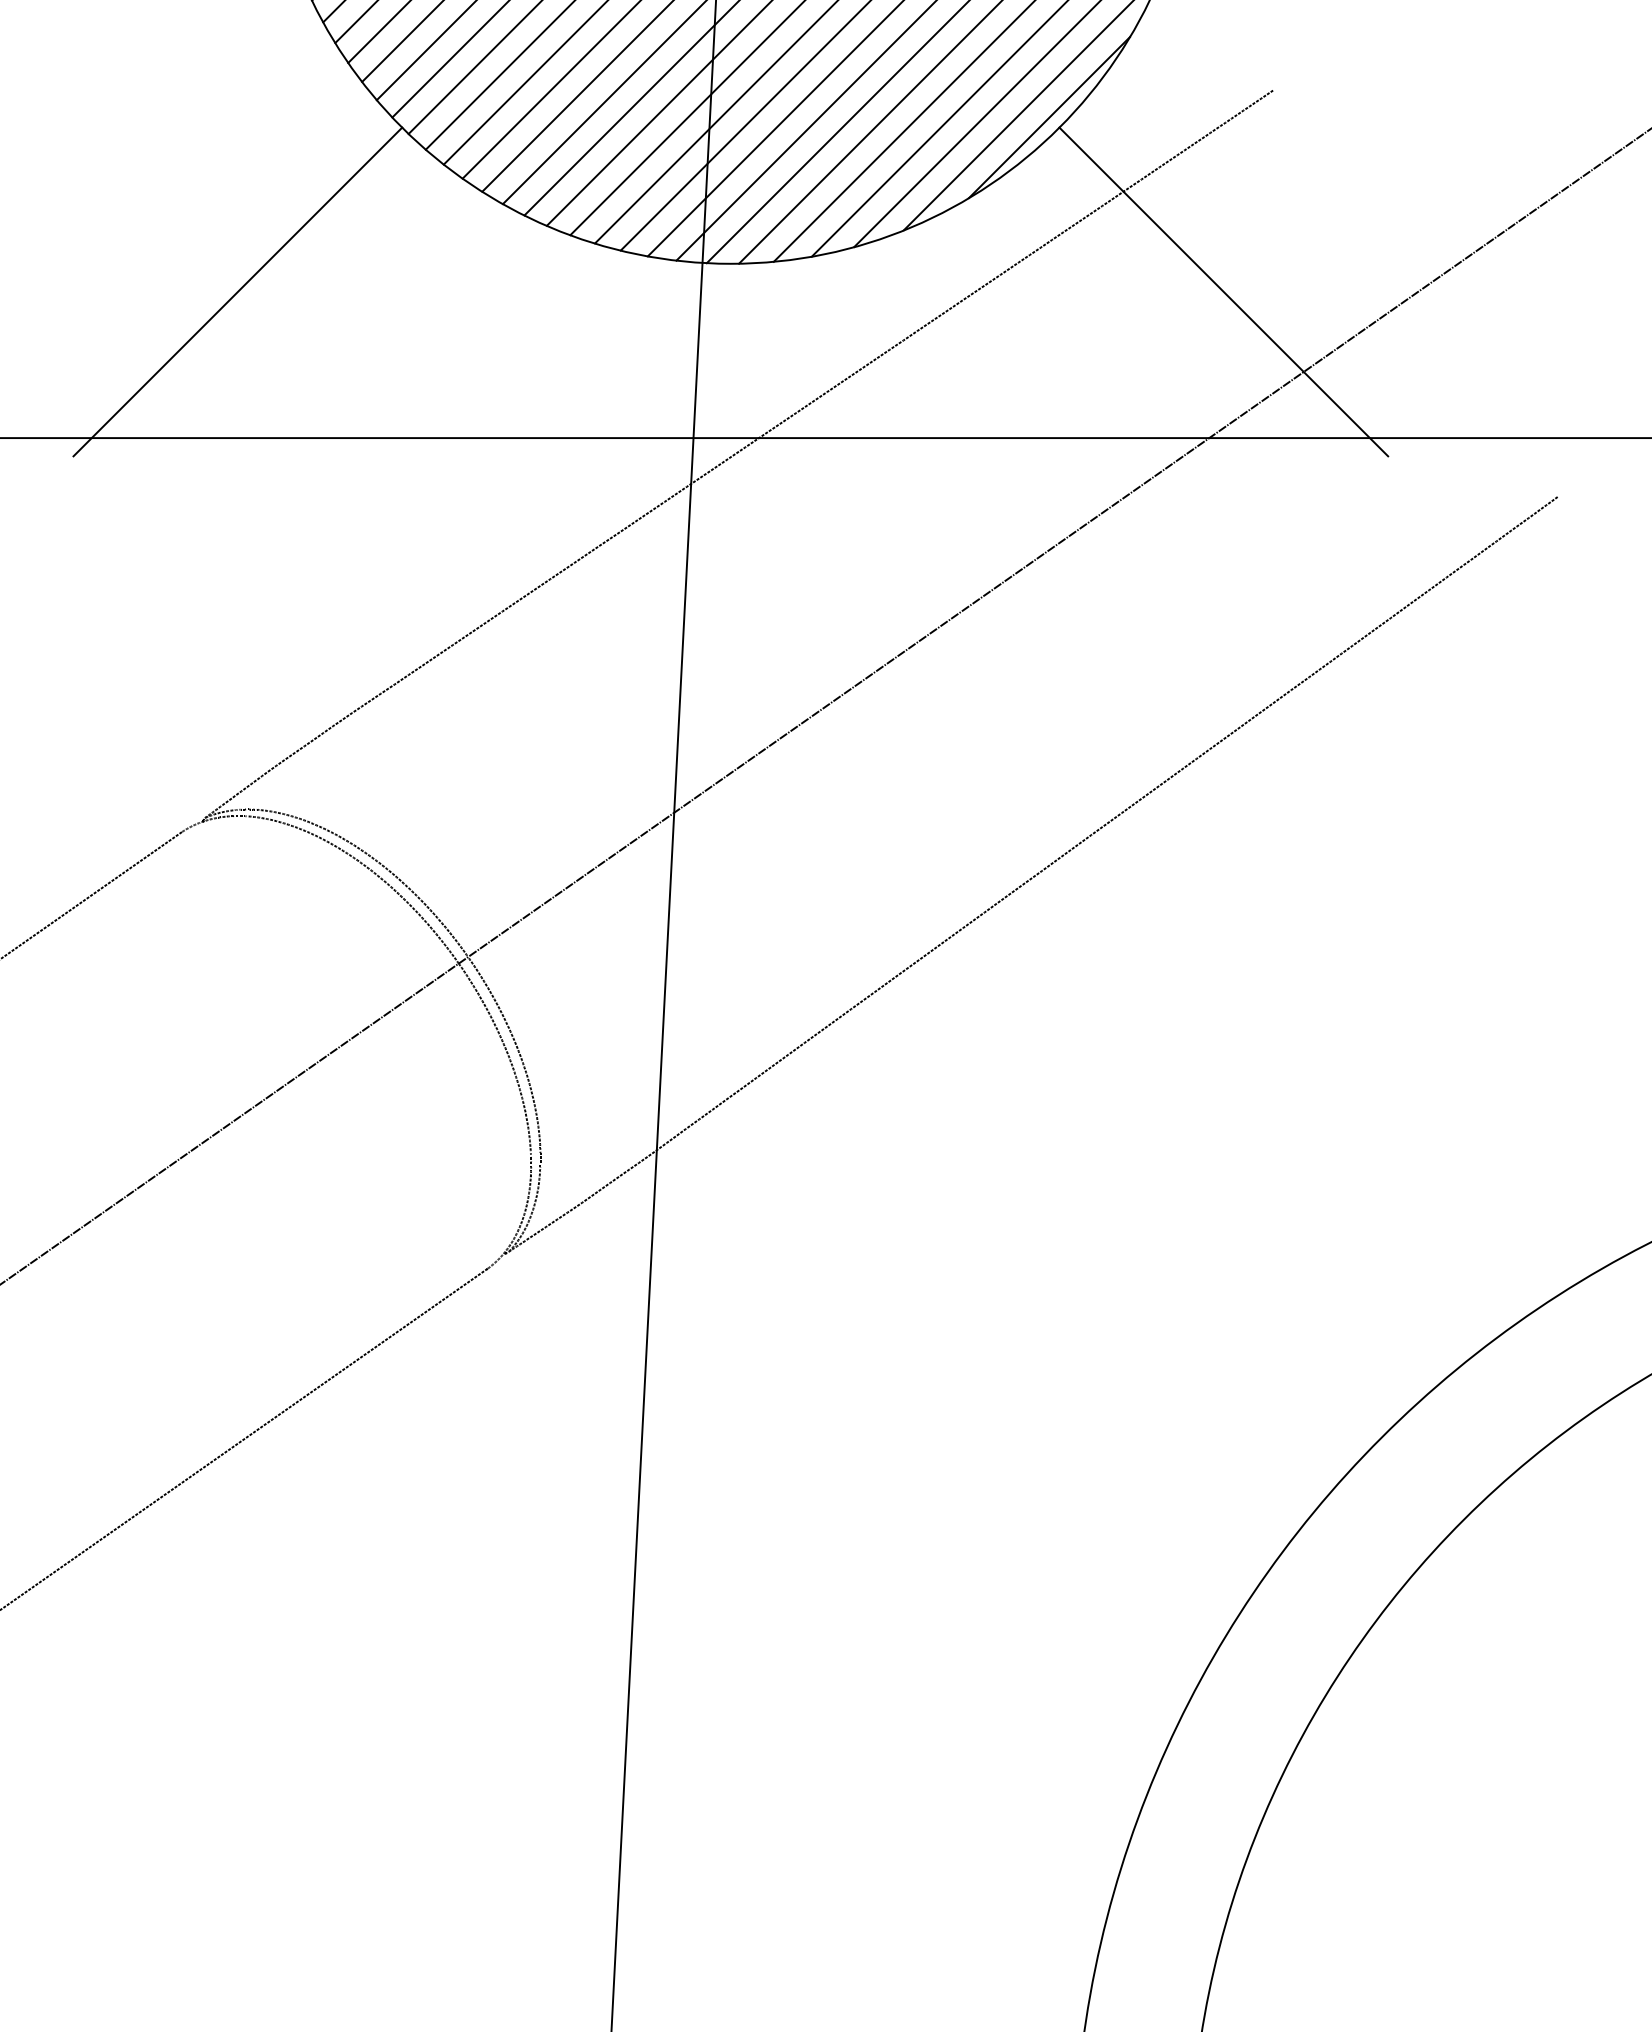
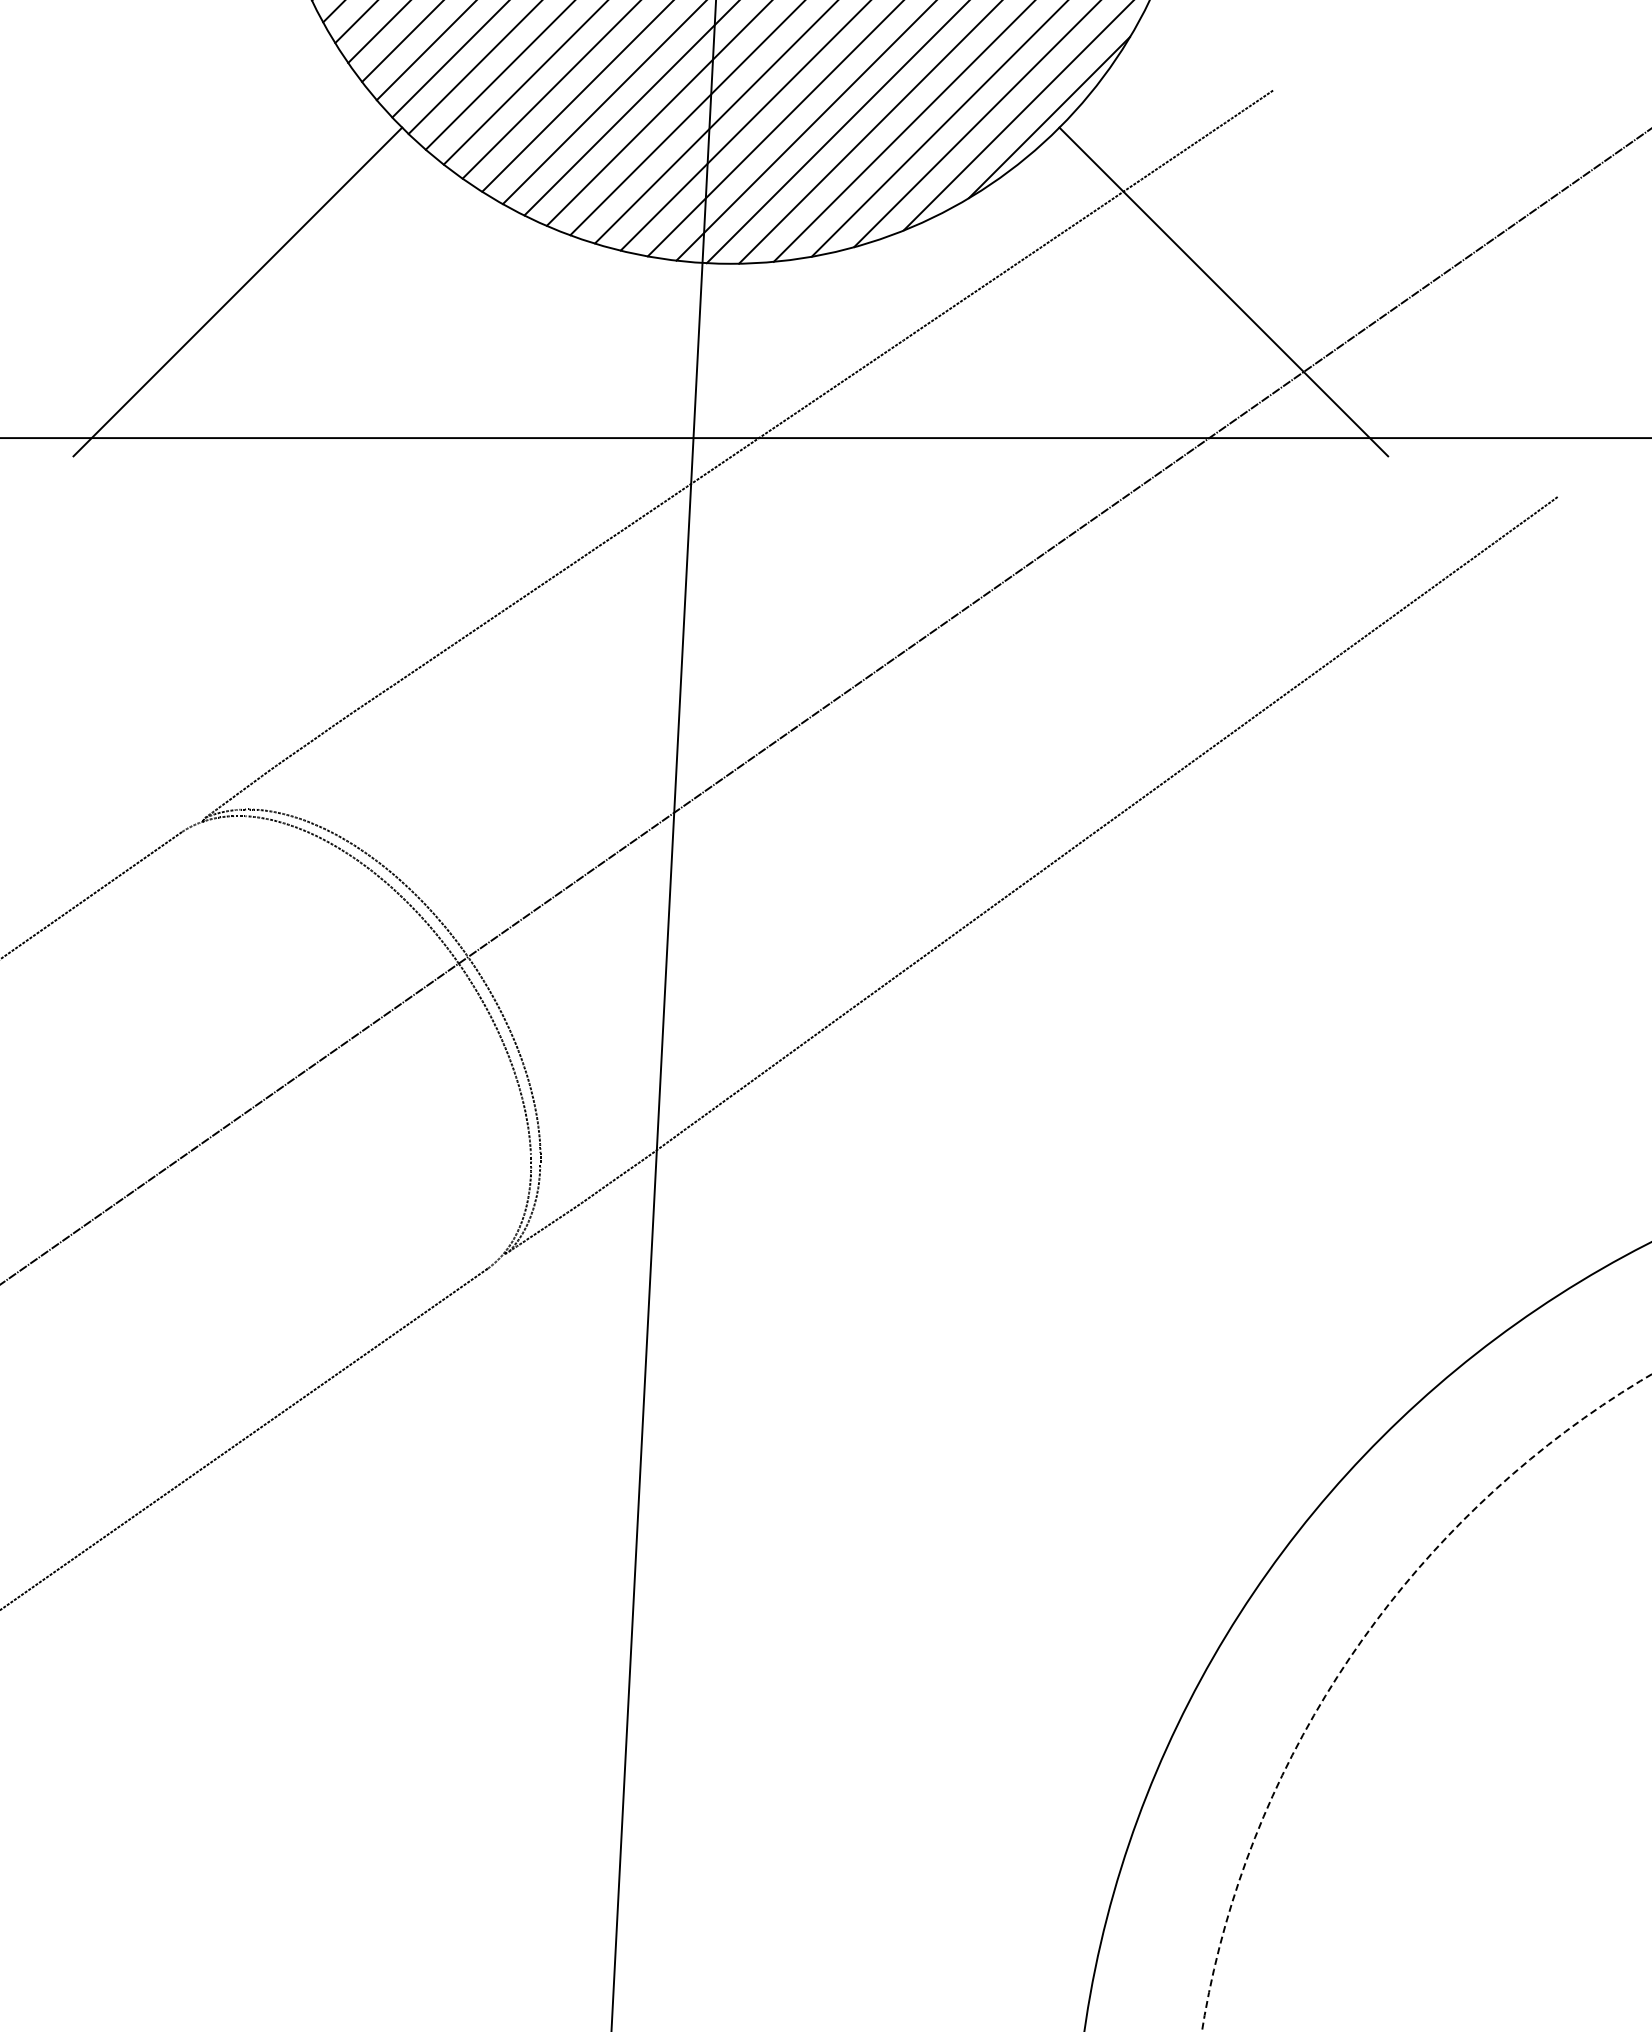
circle at (1426, 1702): solid -> dashed
